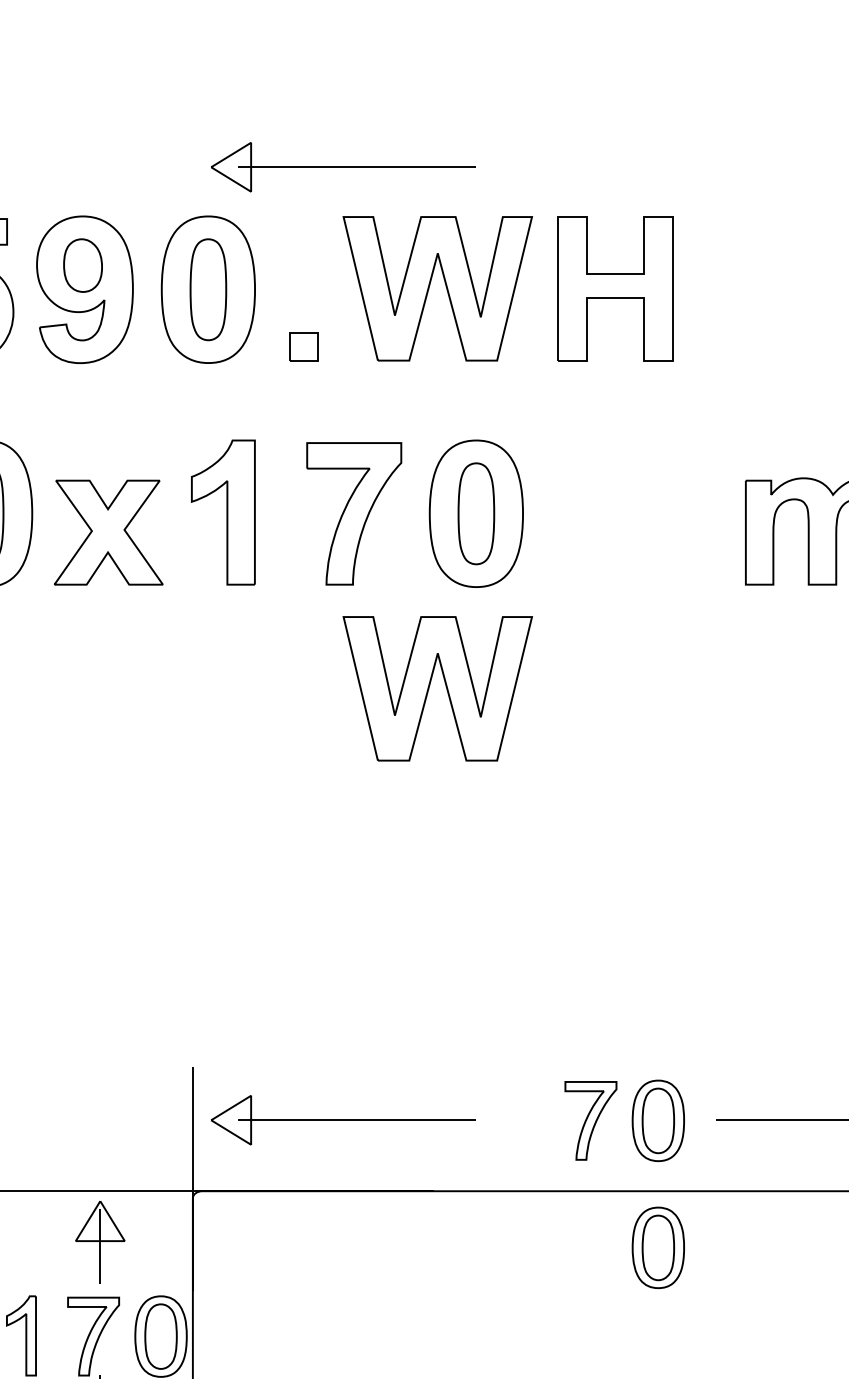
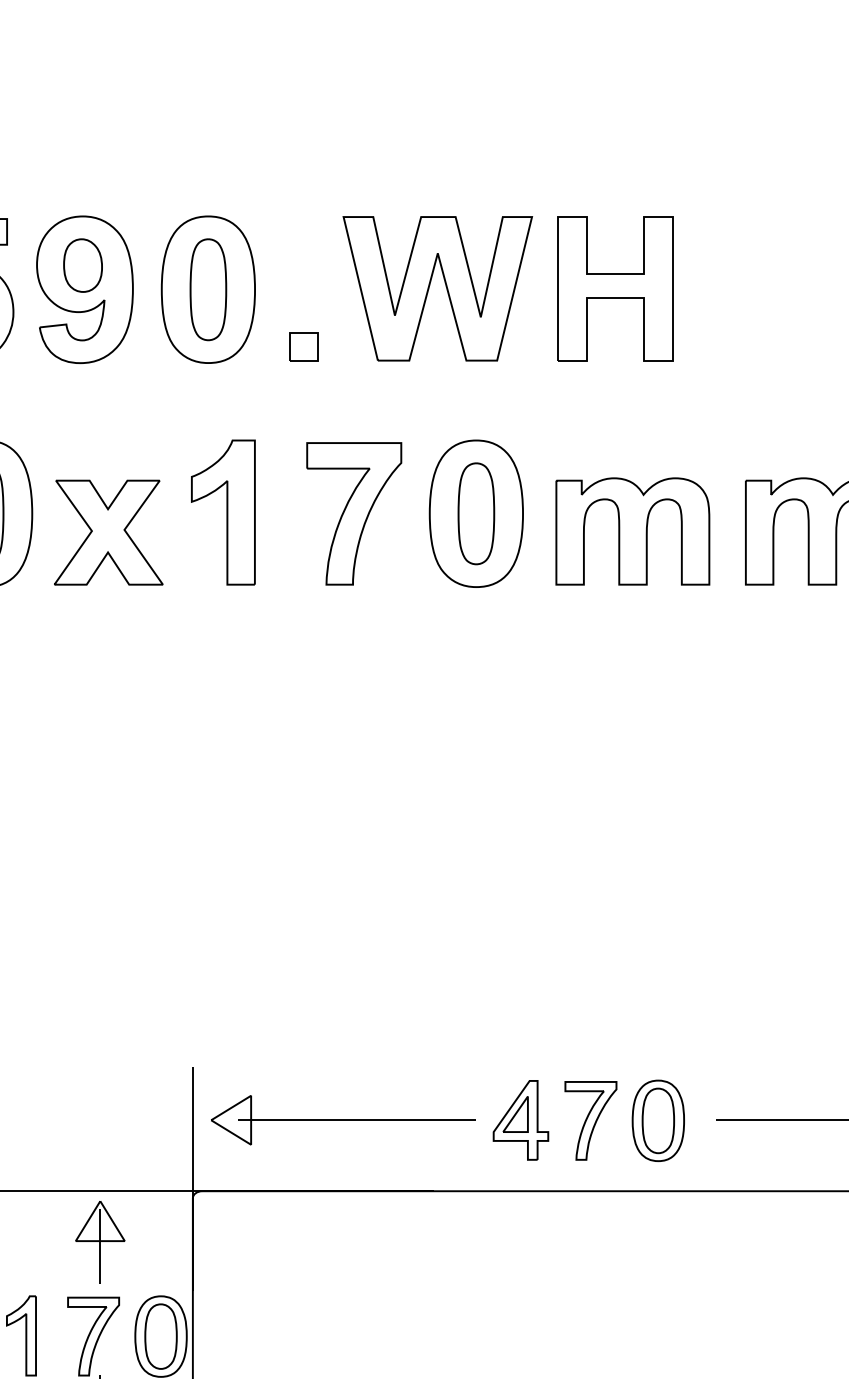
part at (343, 167): present -> none
part at (632, 531): none -> present
part at (430, 685): present -> none
part at (520, 1120): none -> present
part at (657, 1247): present -> none
